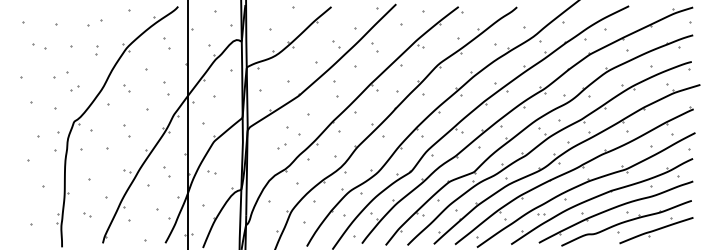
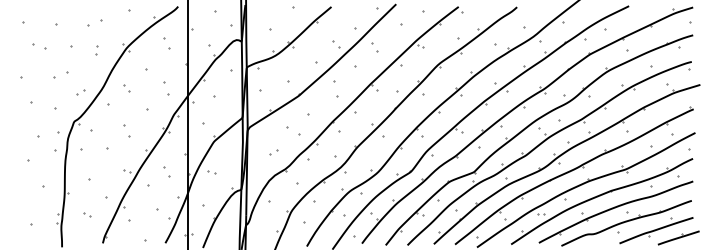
part at (74, 88) position: (74, 88) -> (80, 92)
part at (281, 146) position: (281, 146) -> (273, 152)
part at (678, 237): none -> present
